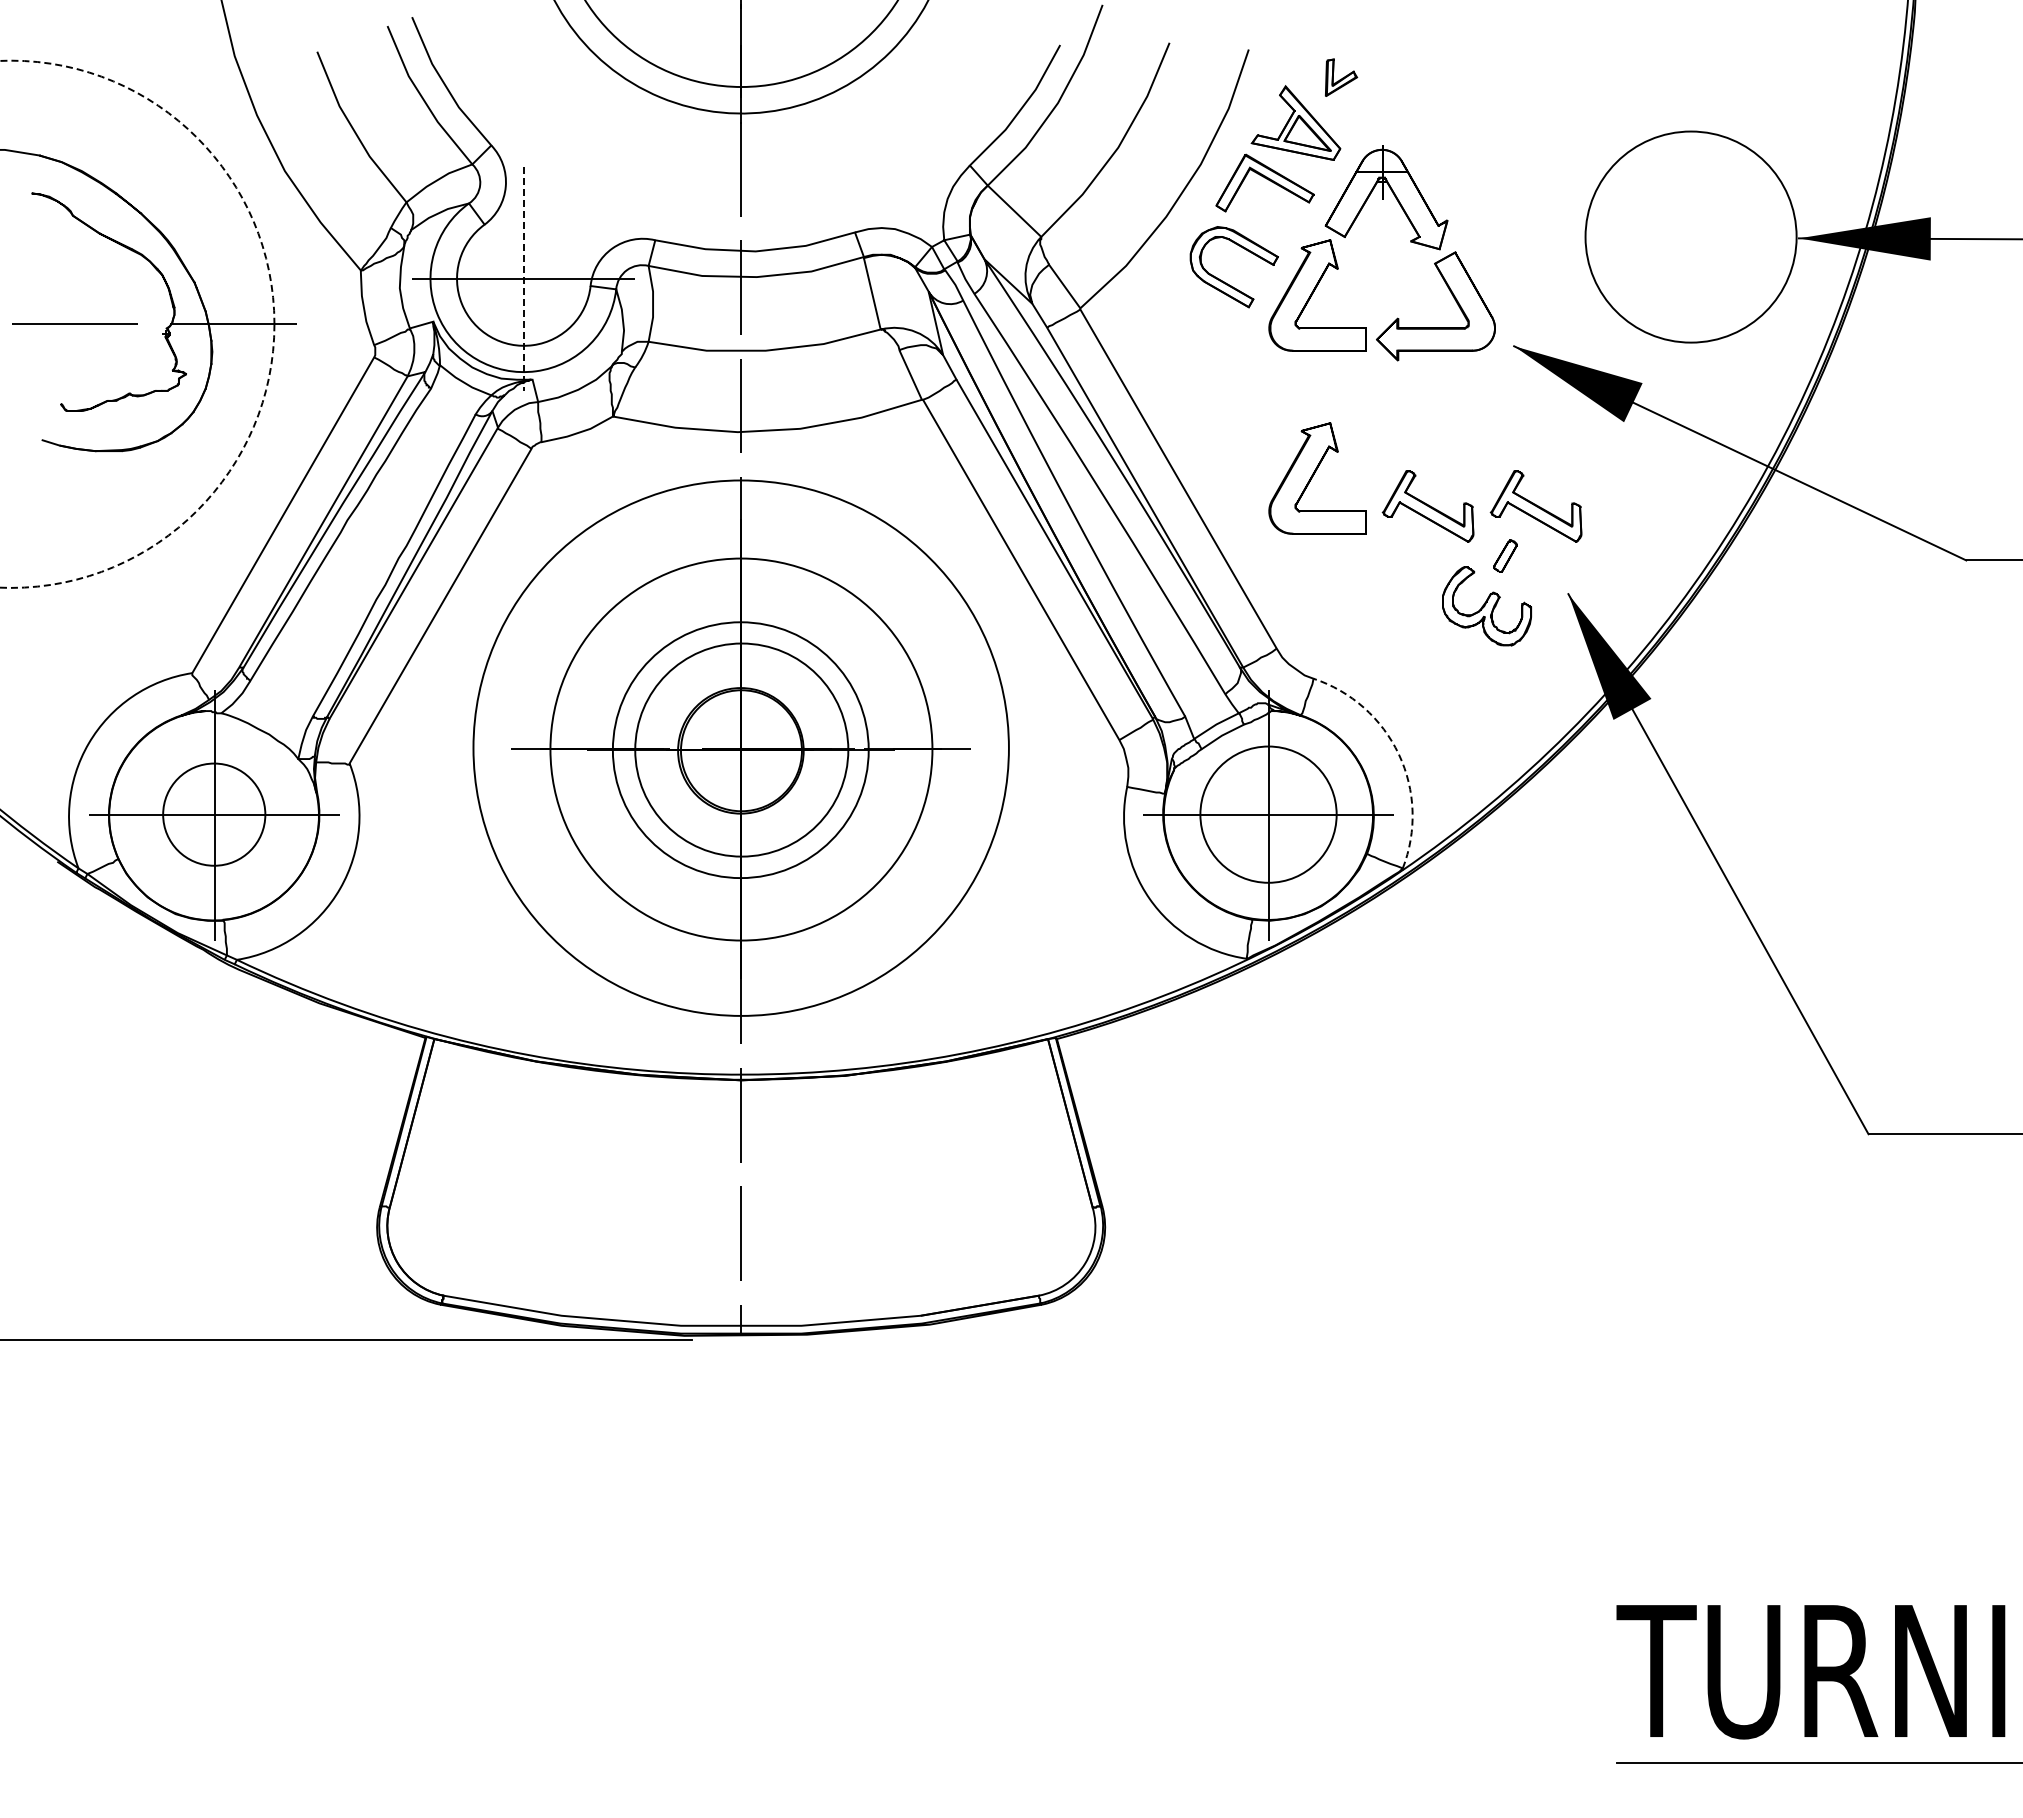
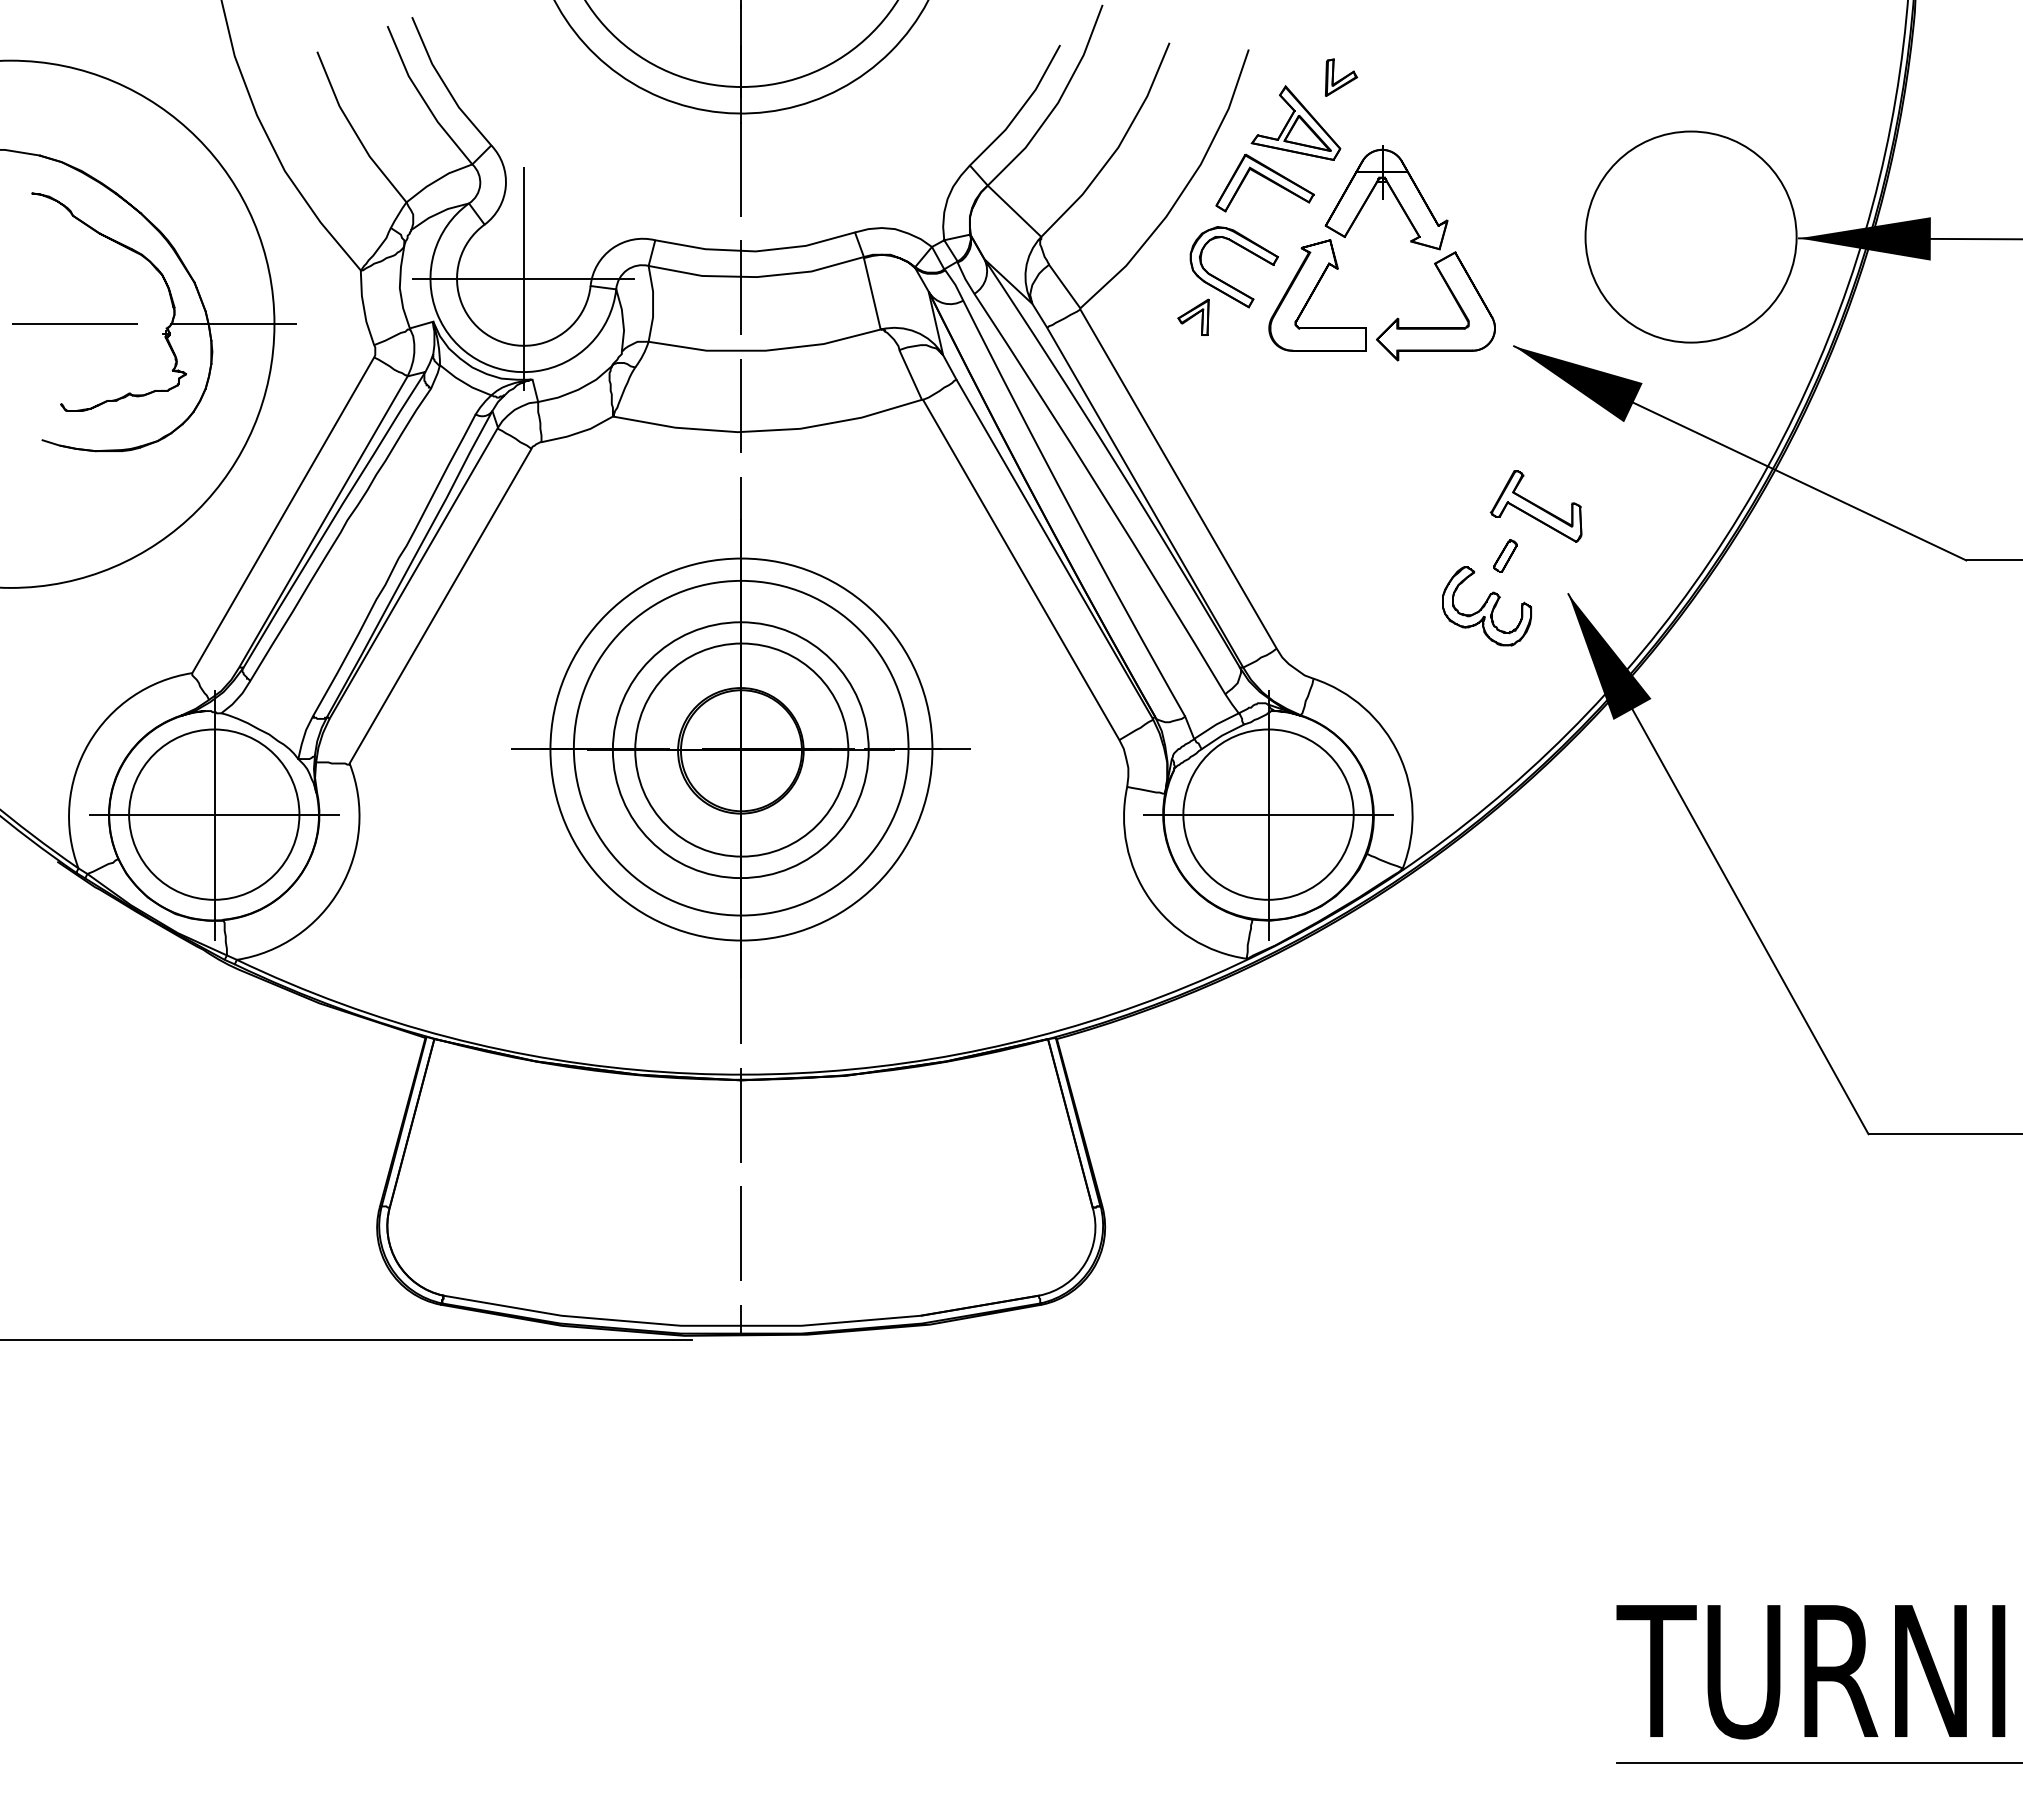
line at (523, 279): dashed -> solid
part at (1193, 316): none -> present
circle at (137, 323): dashed -> solid
part at (1317, 478): present -> none
part at (1427, 506): present -> none
circle at (740, 747) diameter: 535 px -> 335 px
arc at (1398, 754): dashed -> solid
circle at (214, 814) diameter: 102 px -> 170 px
circle at (1268, 814) diameter: 136 px -> 170 px
